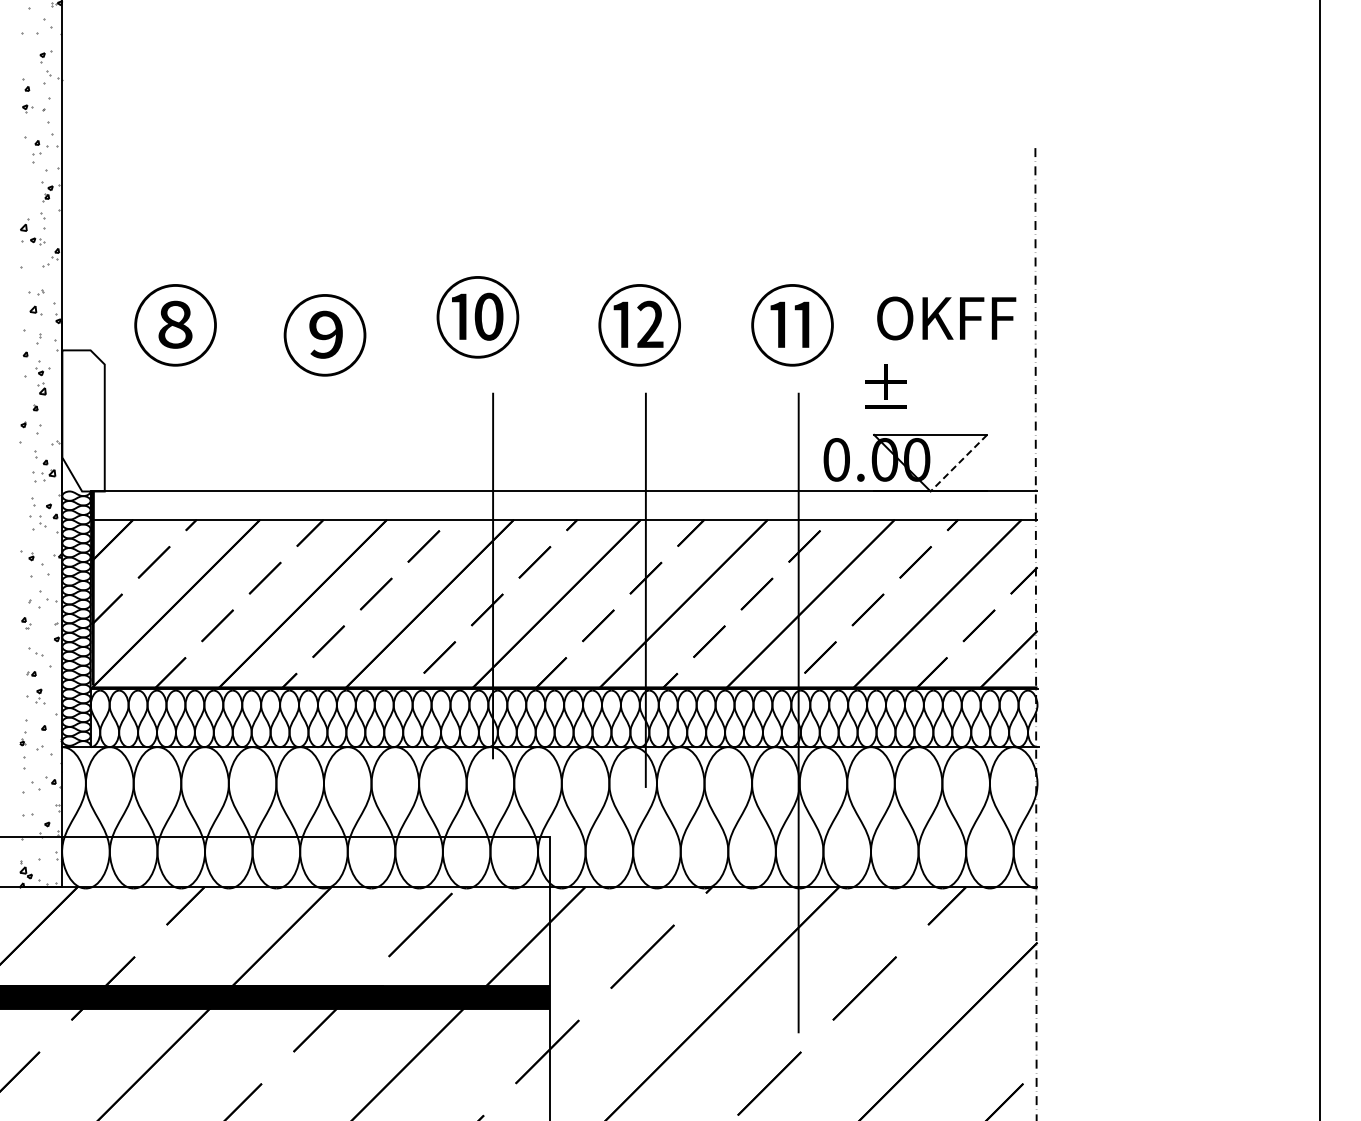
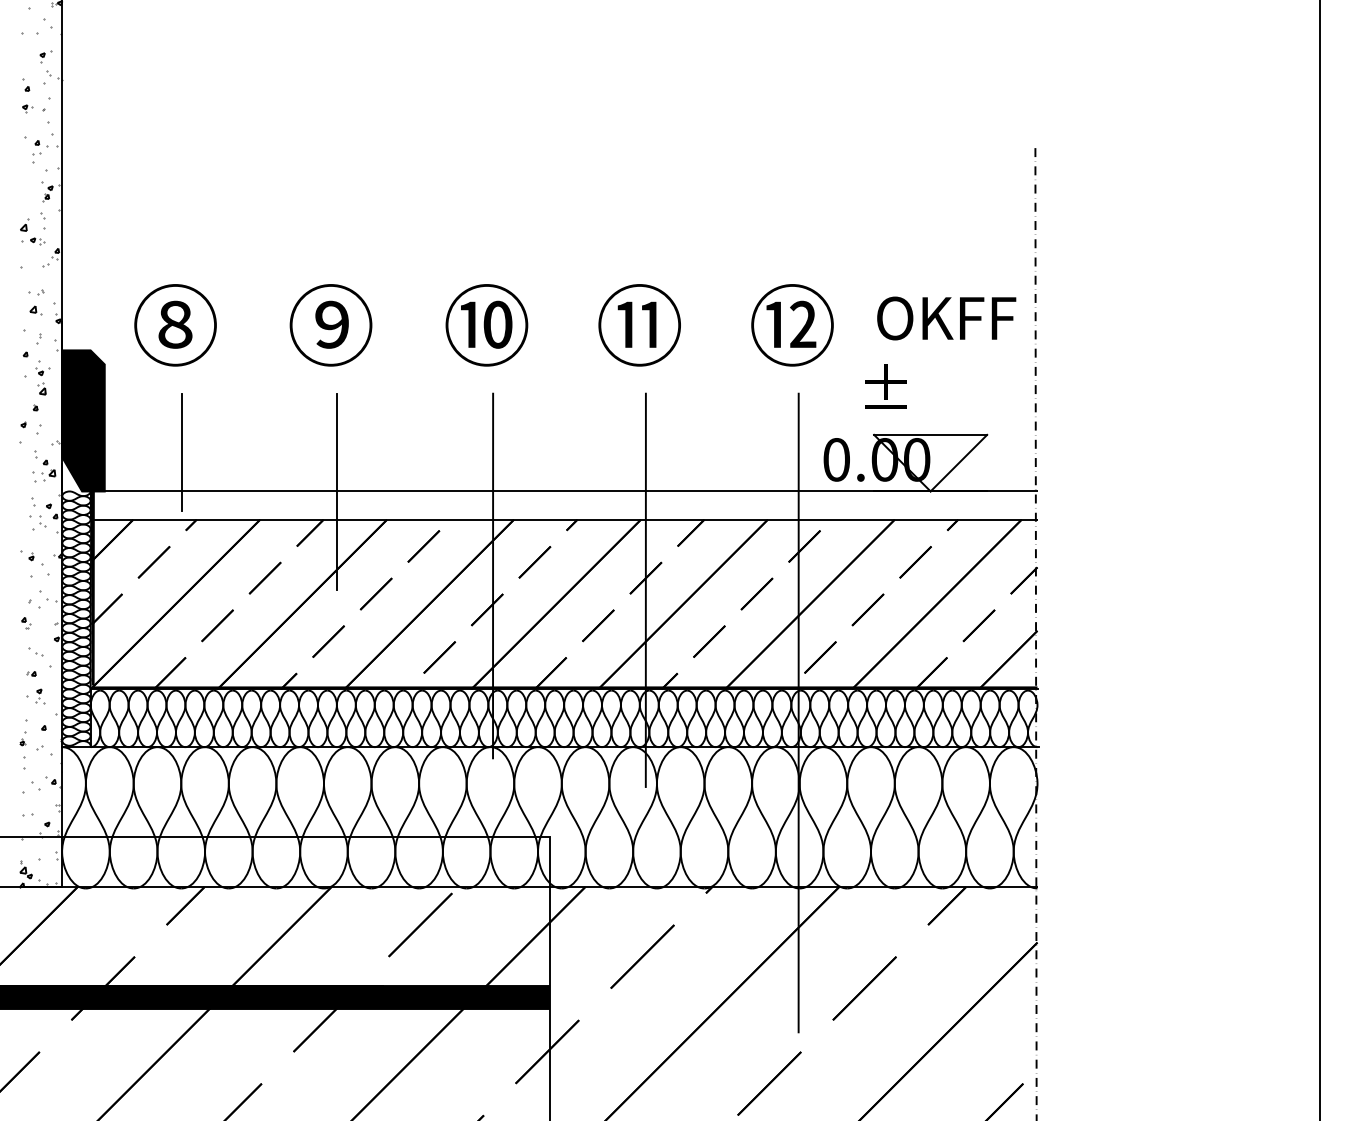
text at (477, 317) position: (477, 317) -> (486, 325)
text at (638, 323): ⑫ -> ⑪
text at (791, 323): ⑪ -> ⑫
text at (324, 335) position: (324, 335) -> (330, 325)
fill at (83, 420): none -> present
line at (181, 451): none -> present
line at (958, 463): dashed -> solid
line at (337, 491): none -> present
